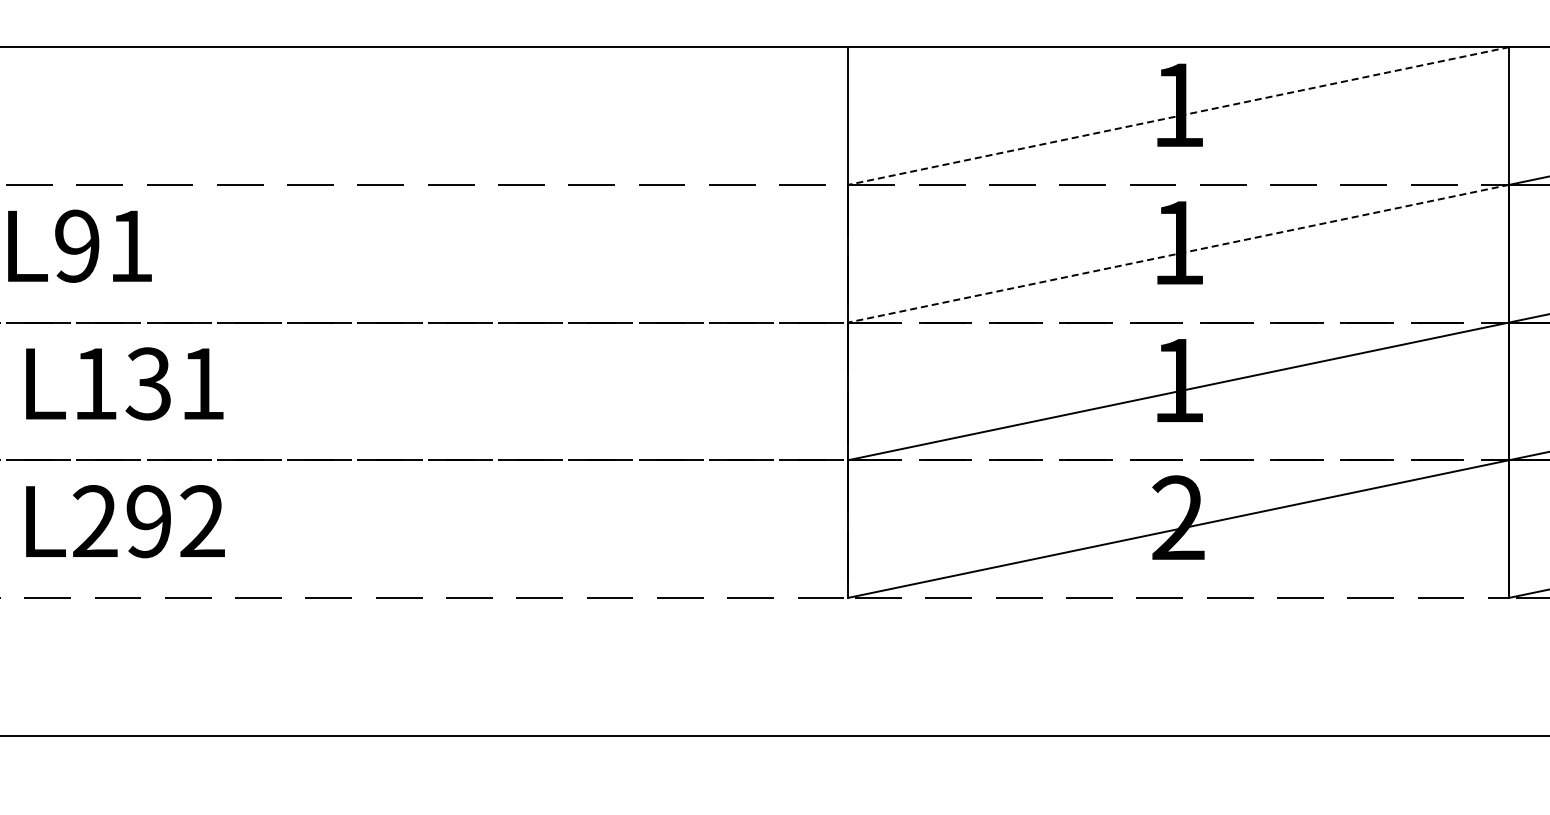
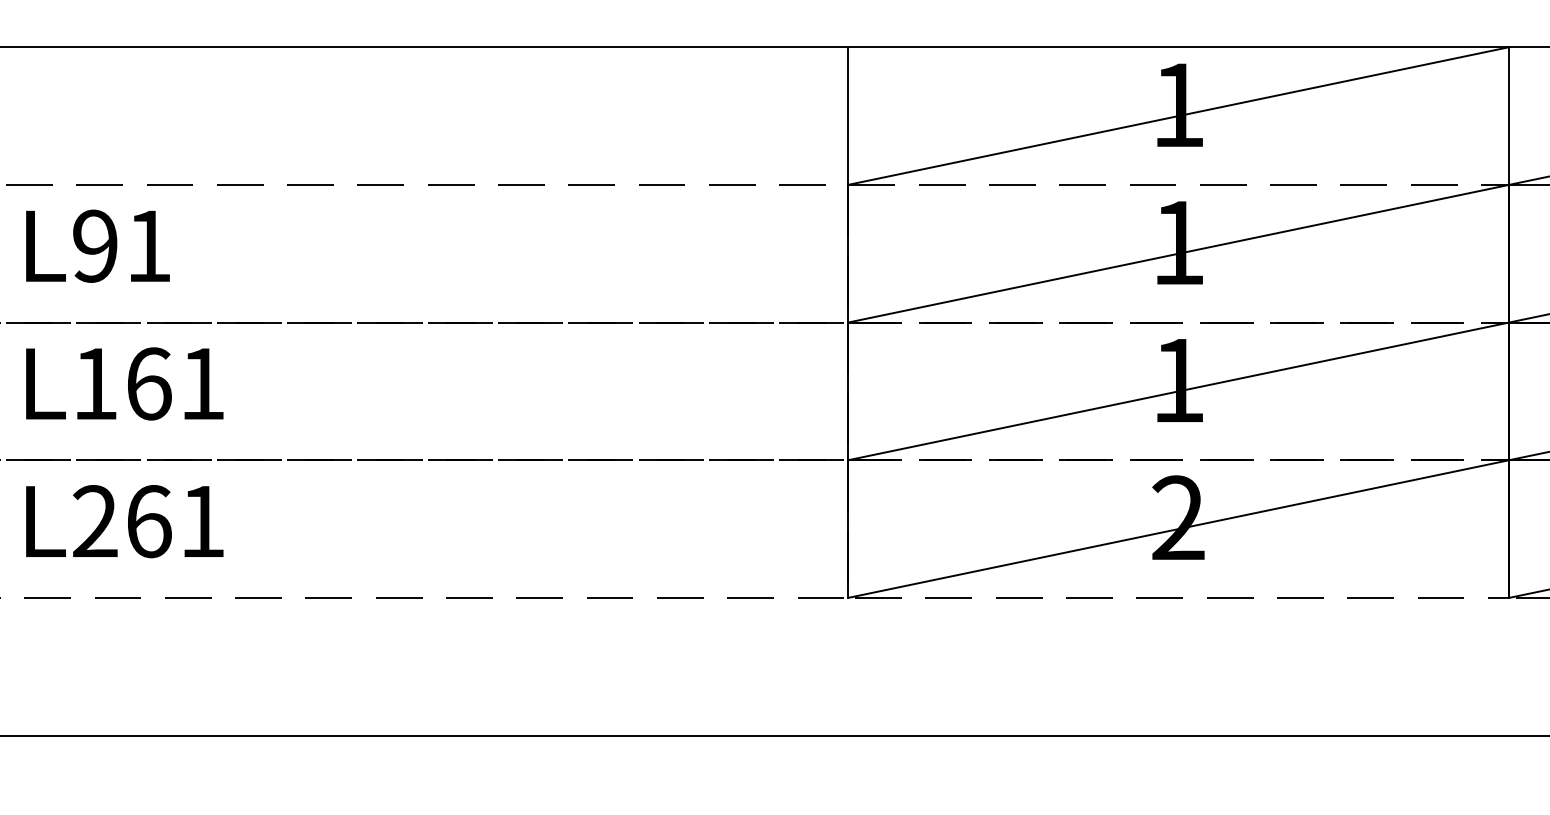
line at (1178, 116): dashed -> solid
text at (79, 245) position: (79, 245) -> (97, 245)
line at (1178, 253): dashed -> solid
text at (148, 383): L131 -> L161
text at (175, 521): L292 -> L261
